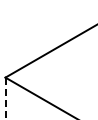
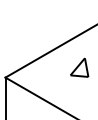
hatch at (79, 67): none -> present
line at (5, 98): dashed -> solid
